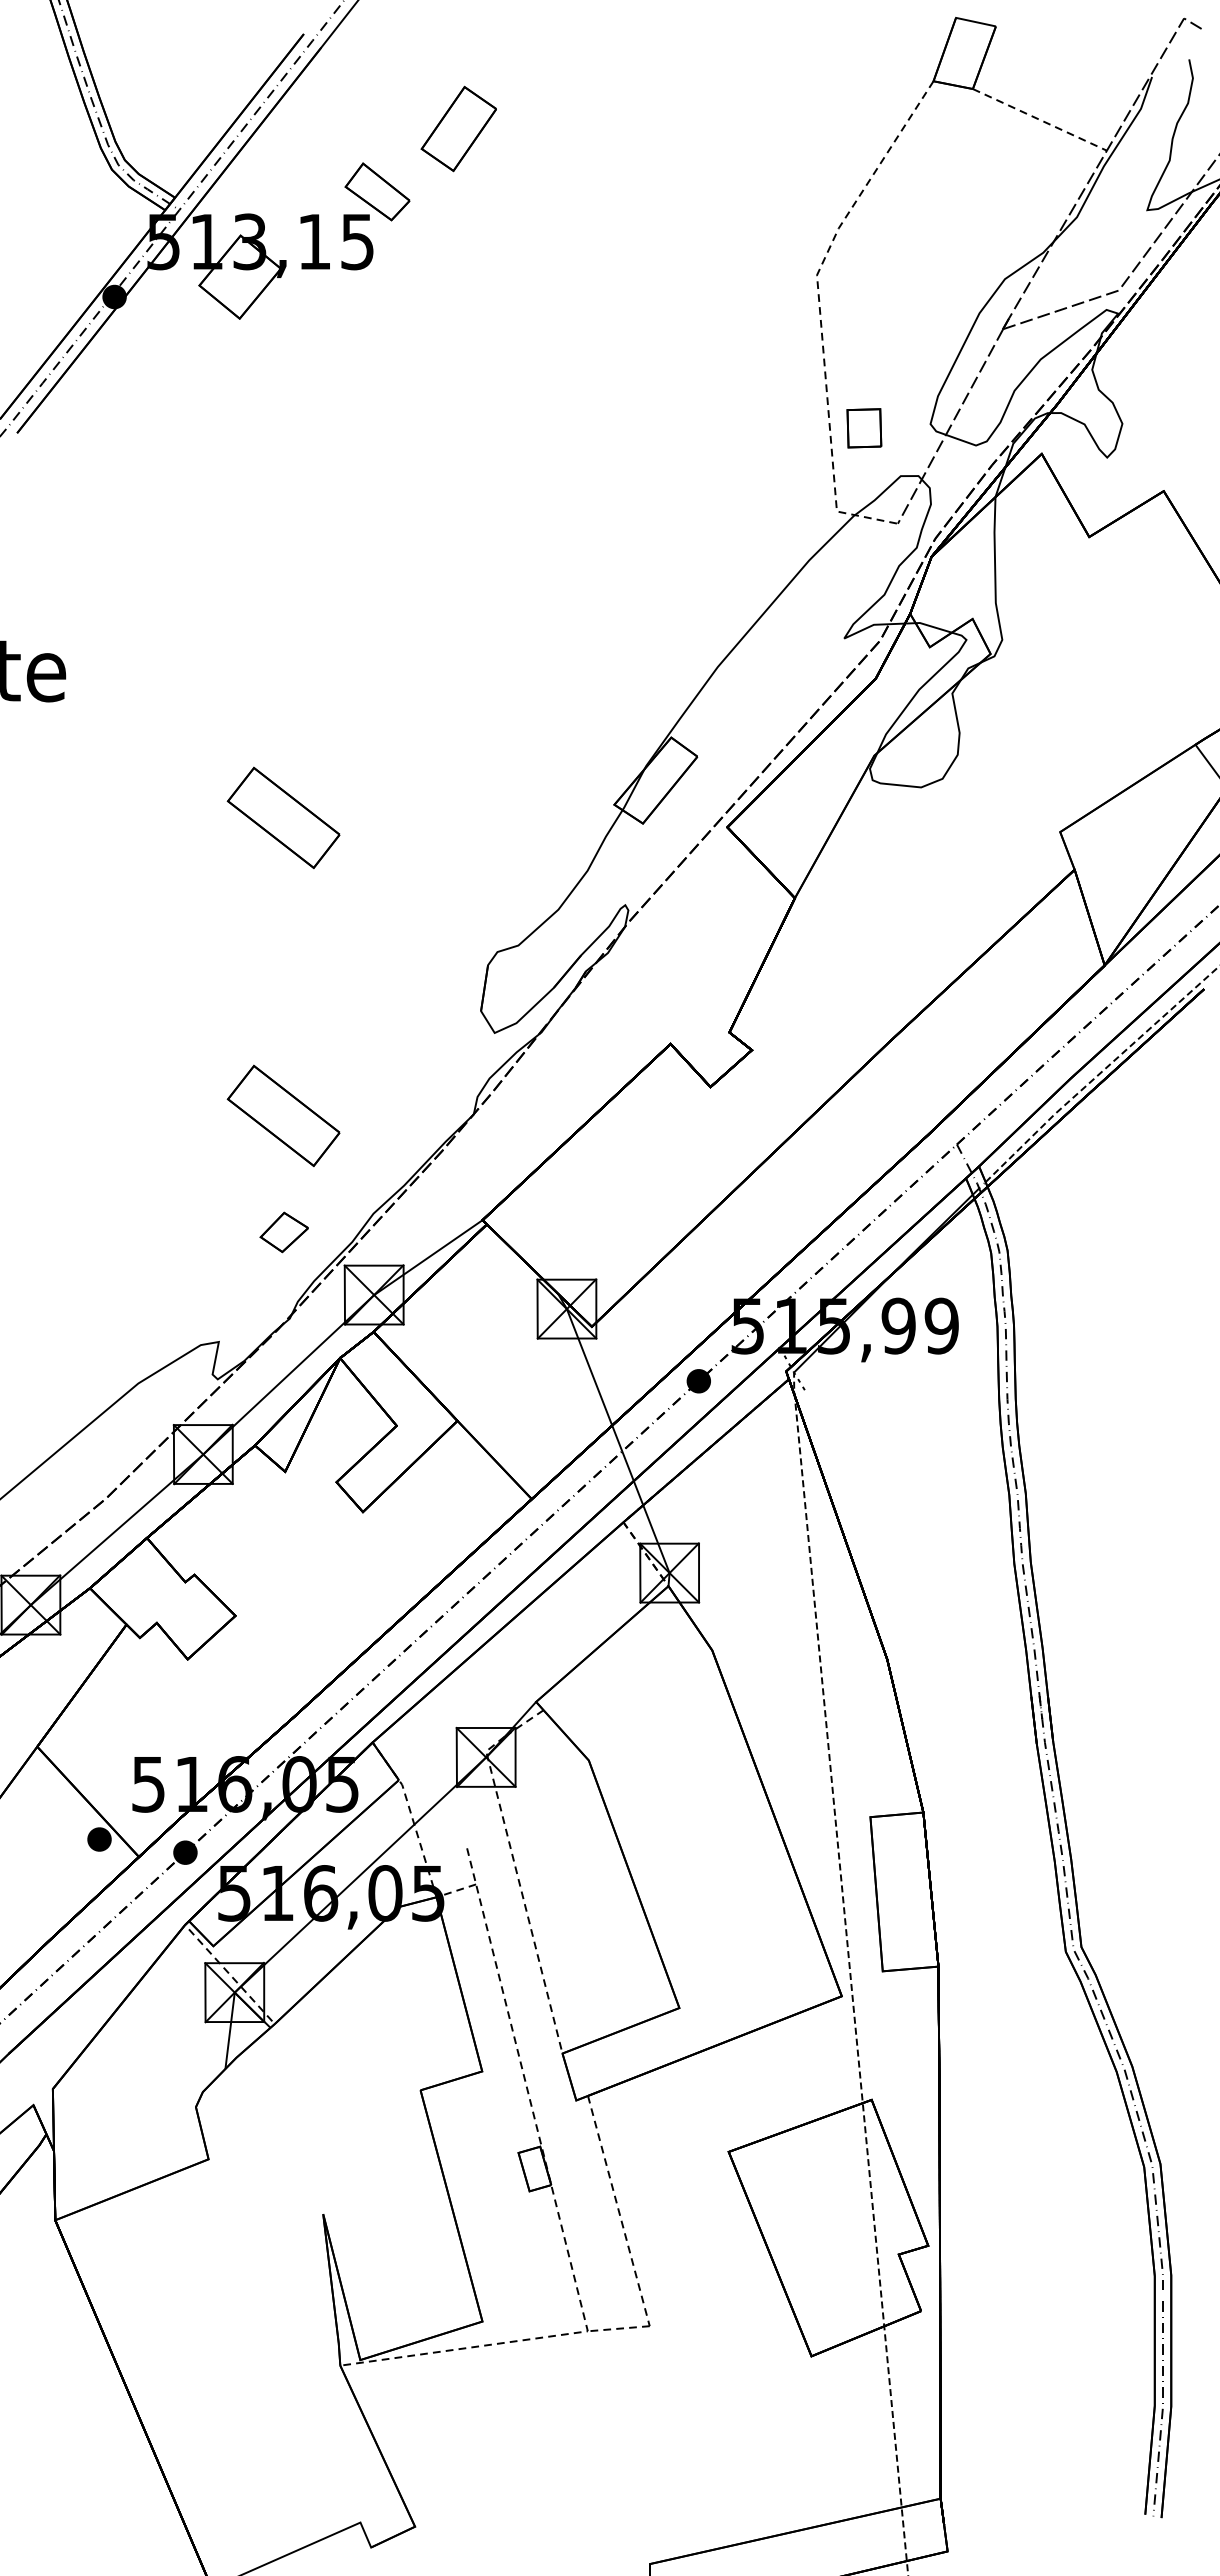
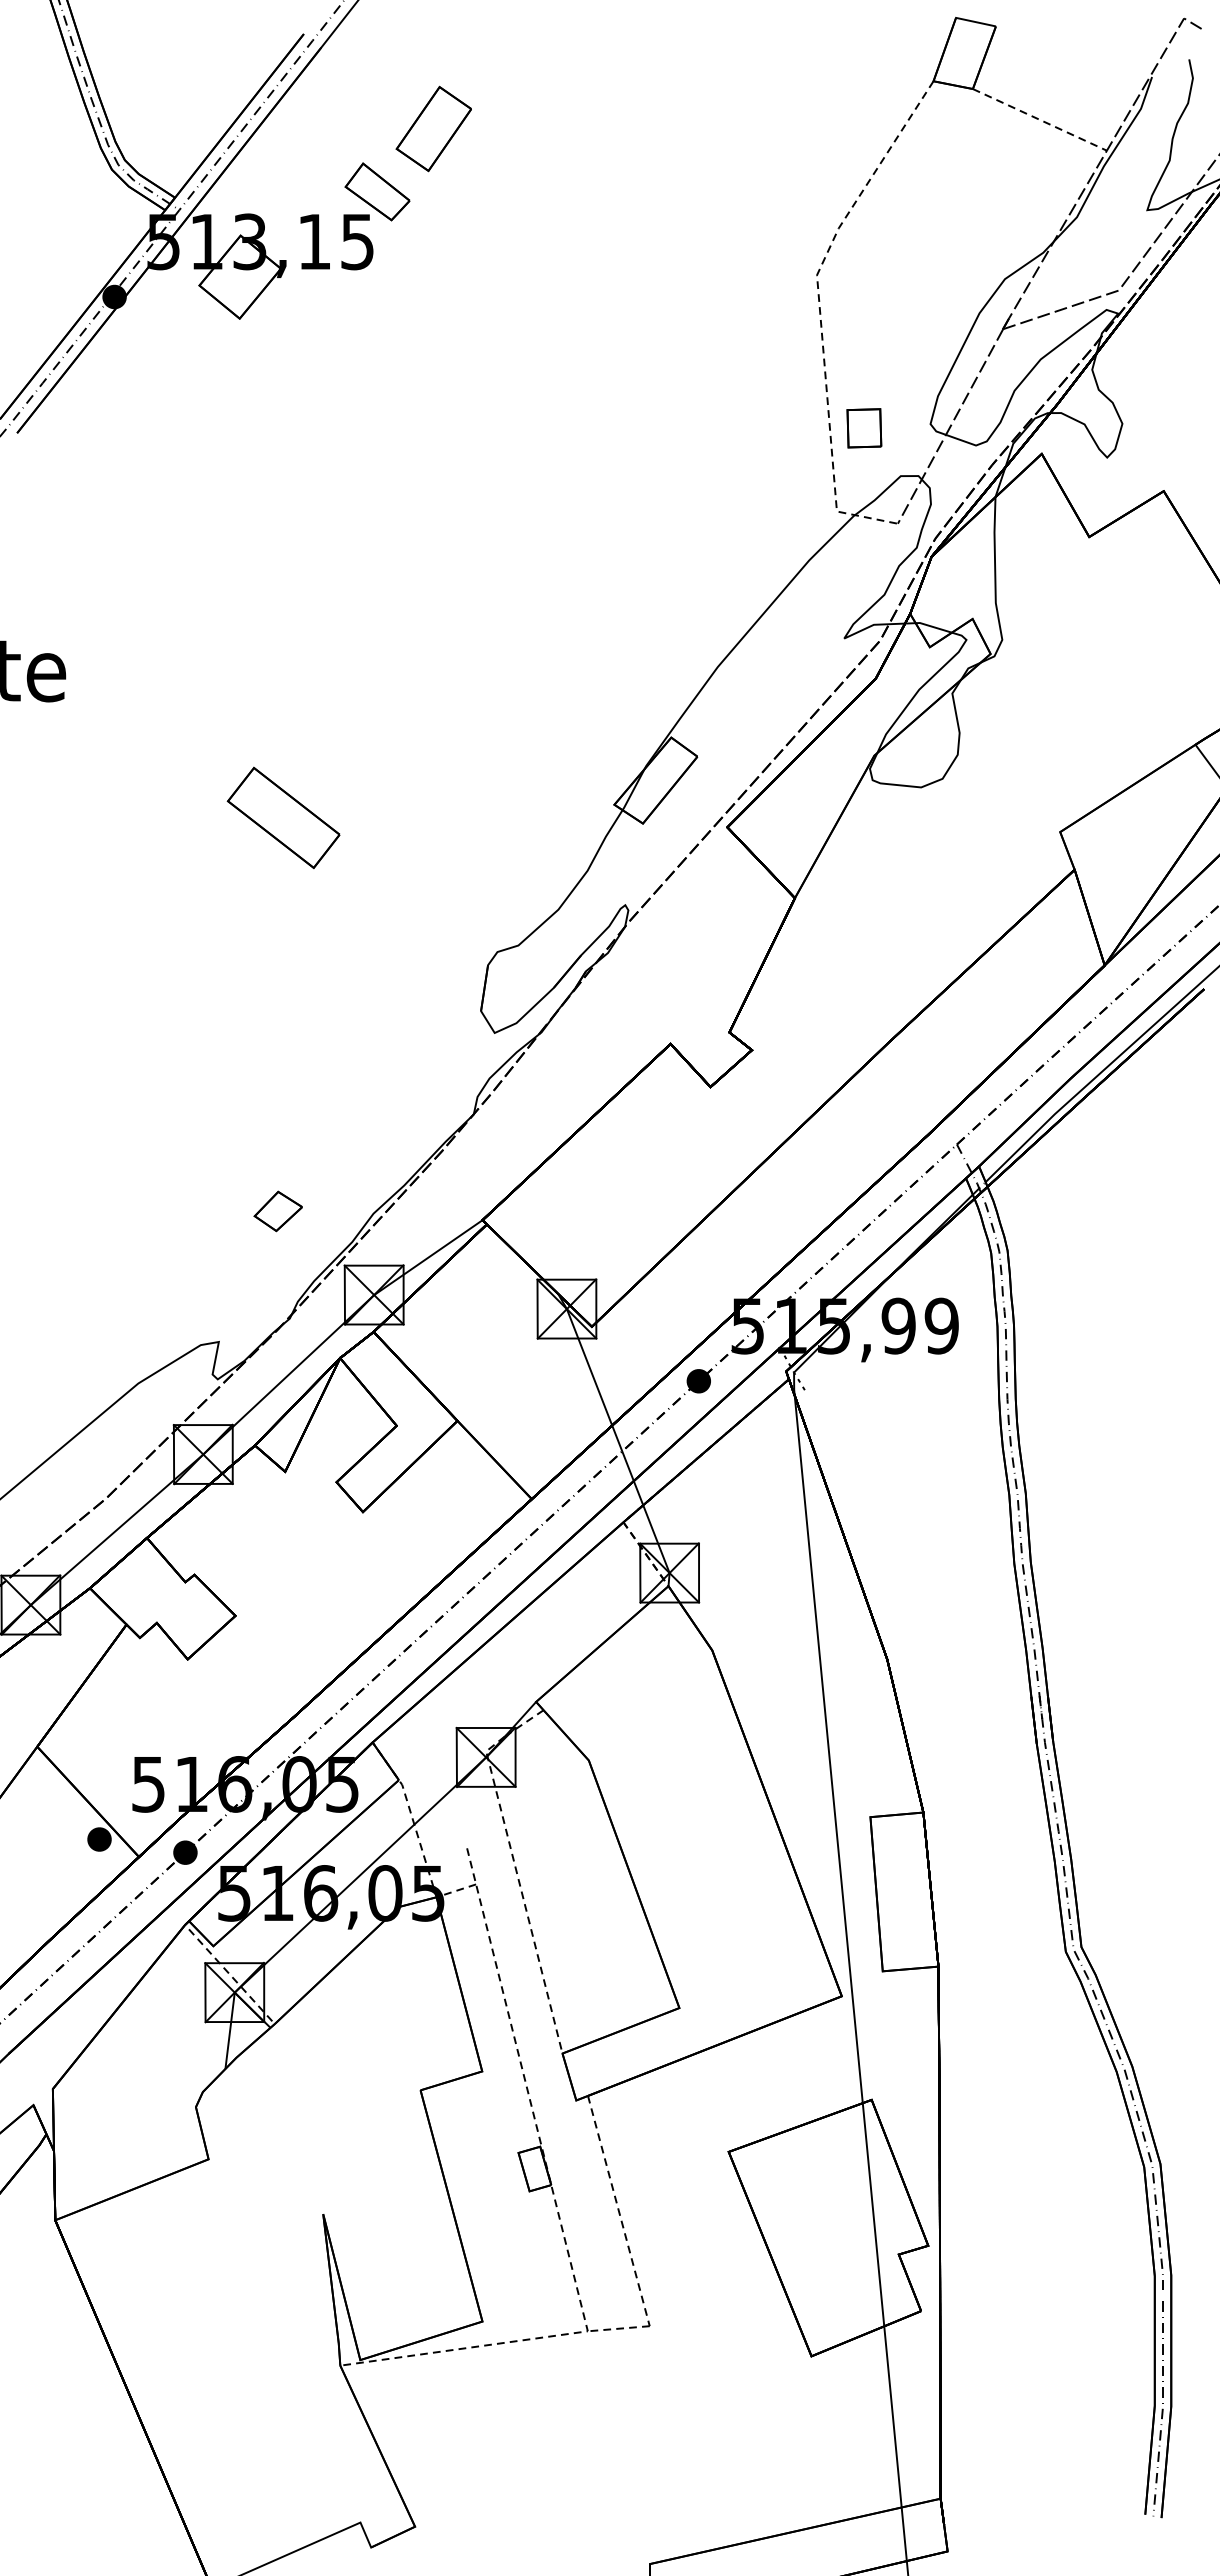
part at (458, 128) position: (458, 128) -> (433, 128)
line at (1100, 1072): dashed -> solid
part at (283, 1115): present -> none
part at (283, 1232) position: (283, 1232) -> (277, 1211)
line at (850, 1973): dashed -> solid
